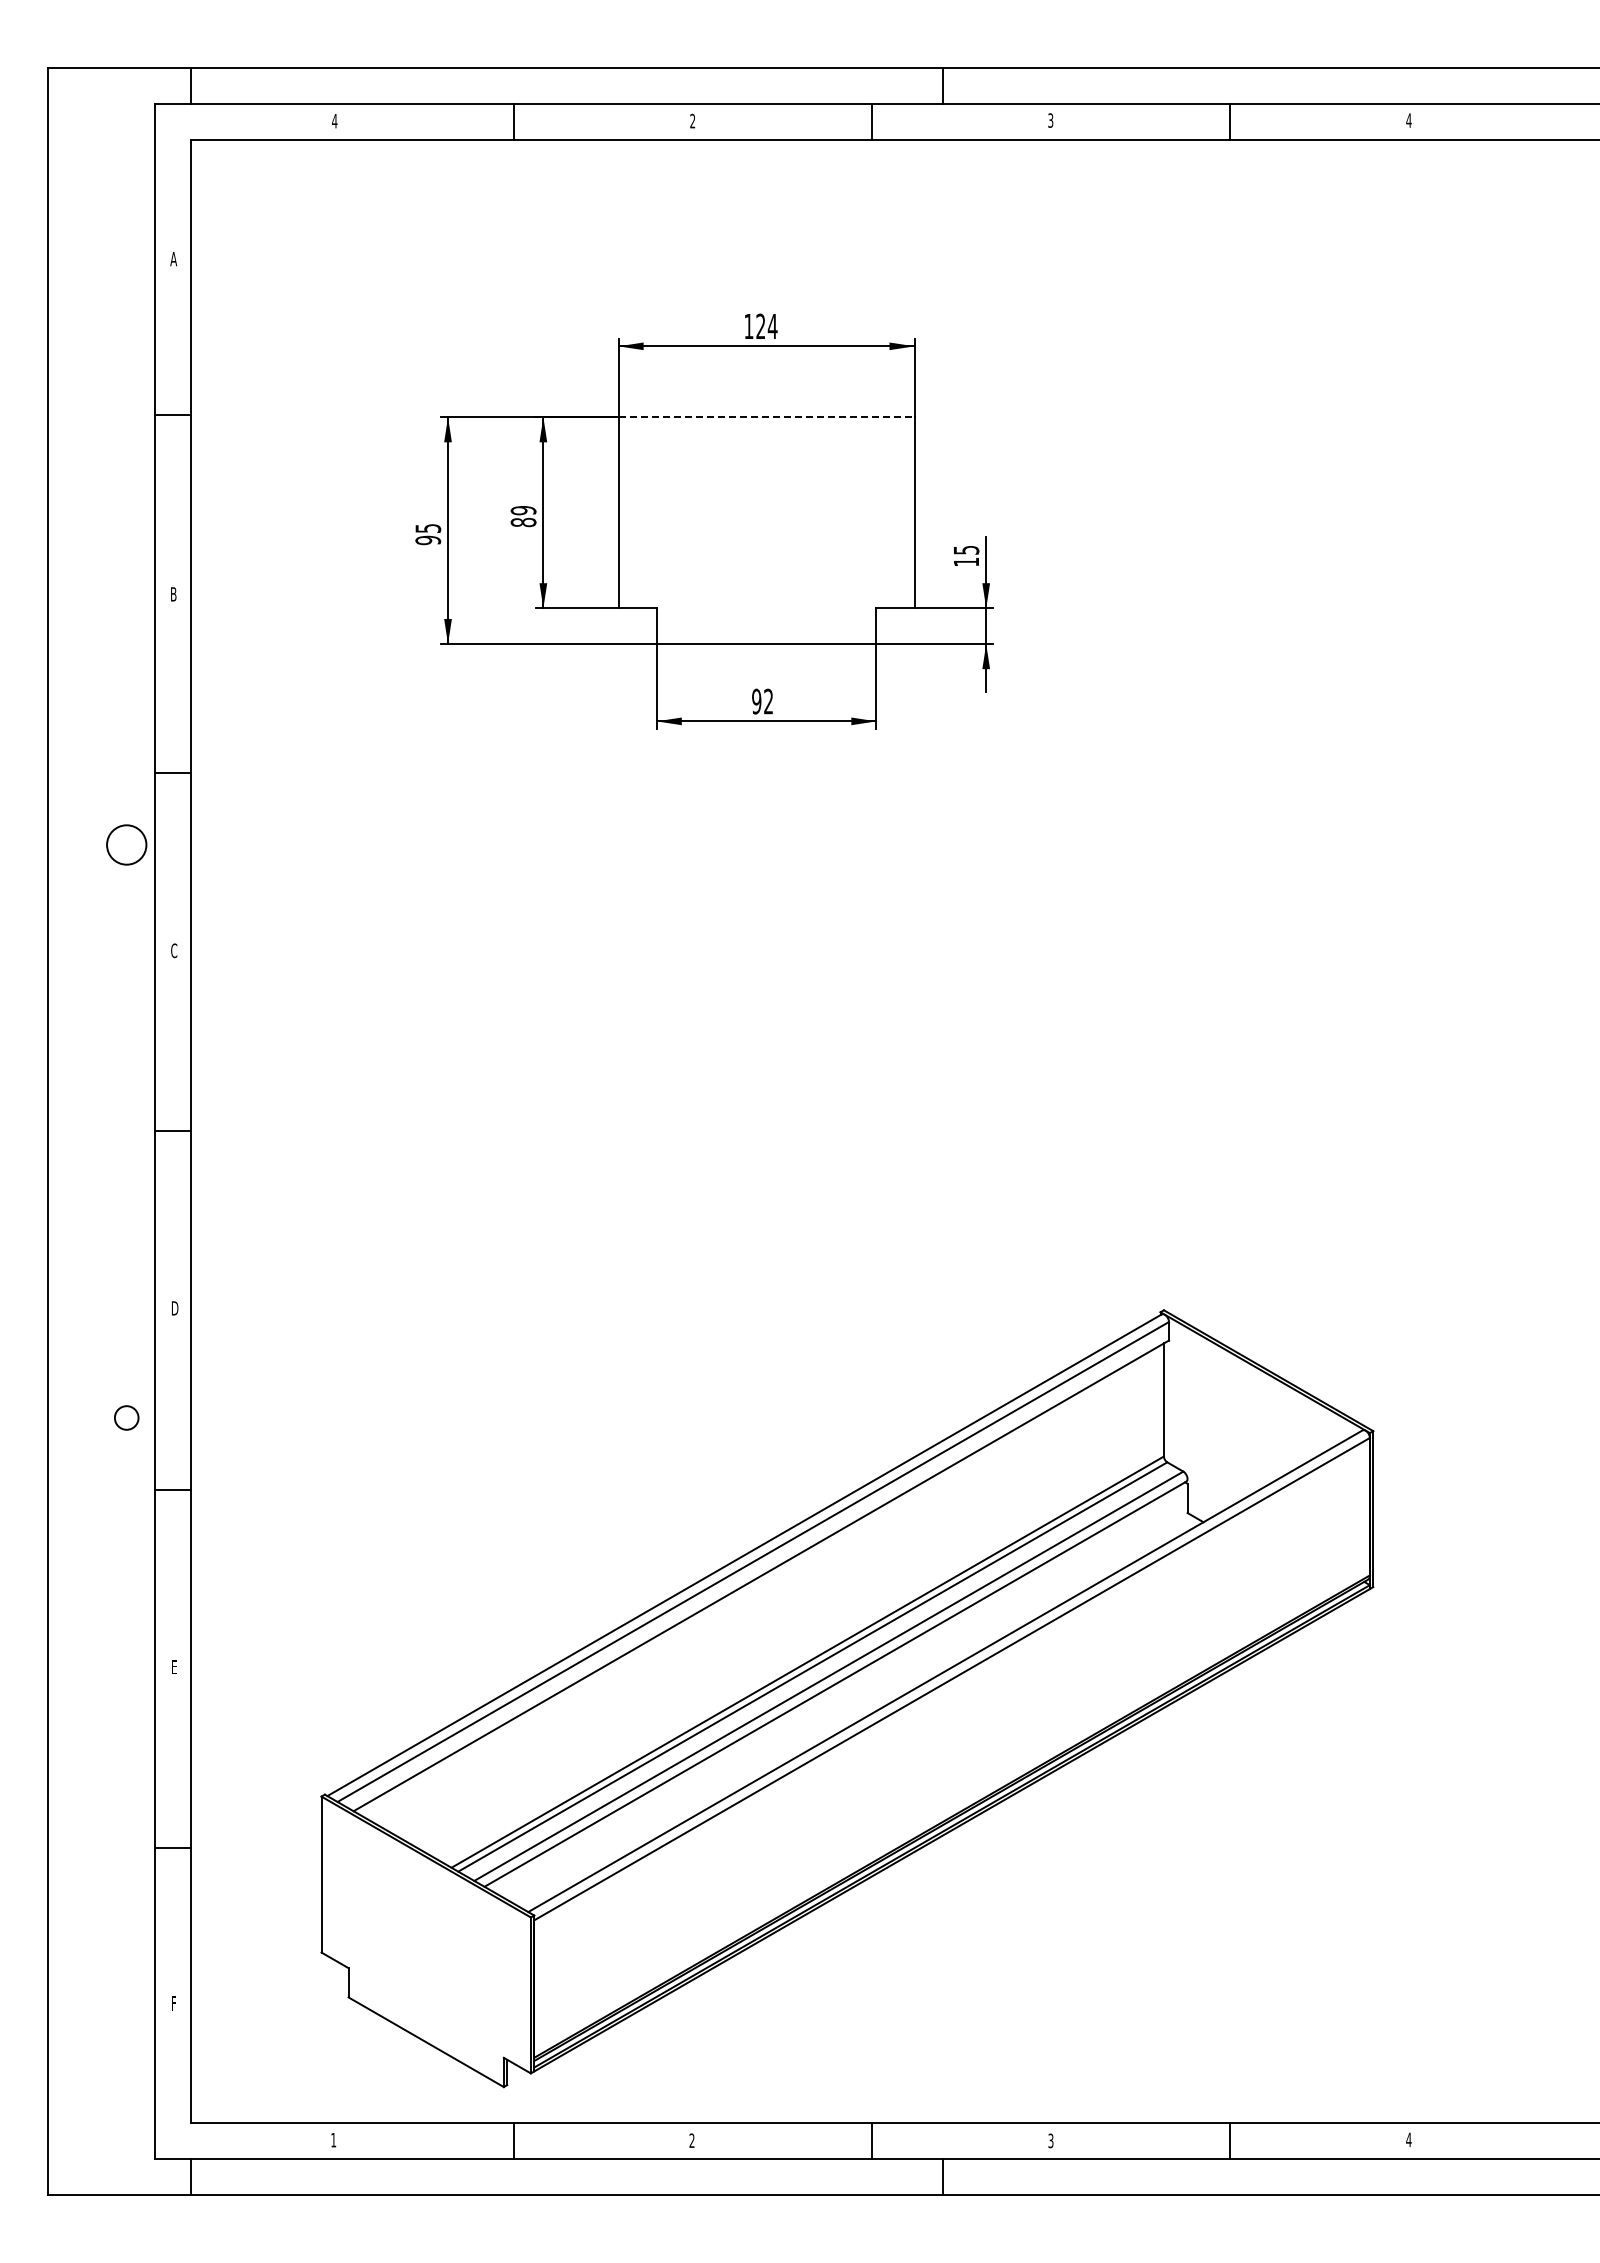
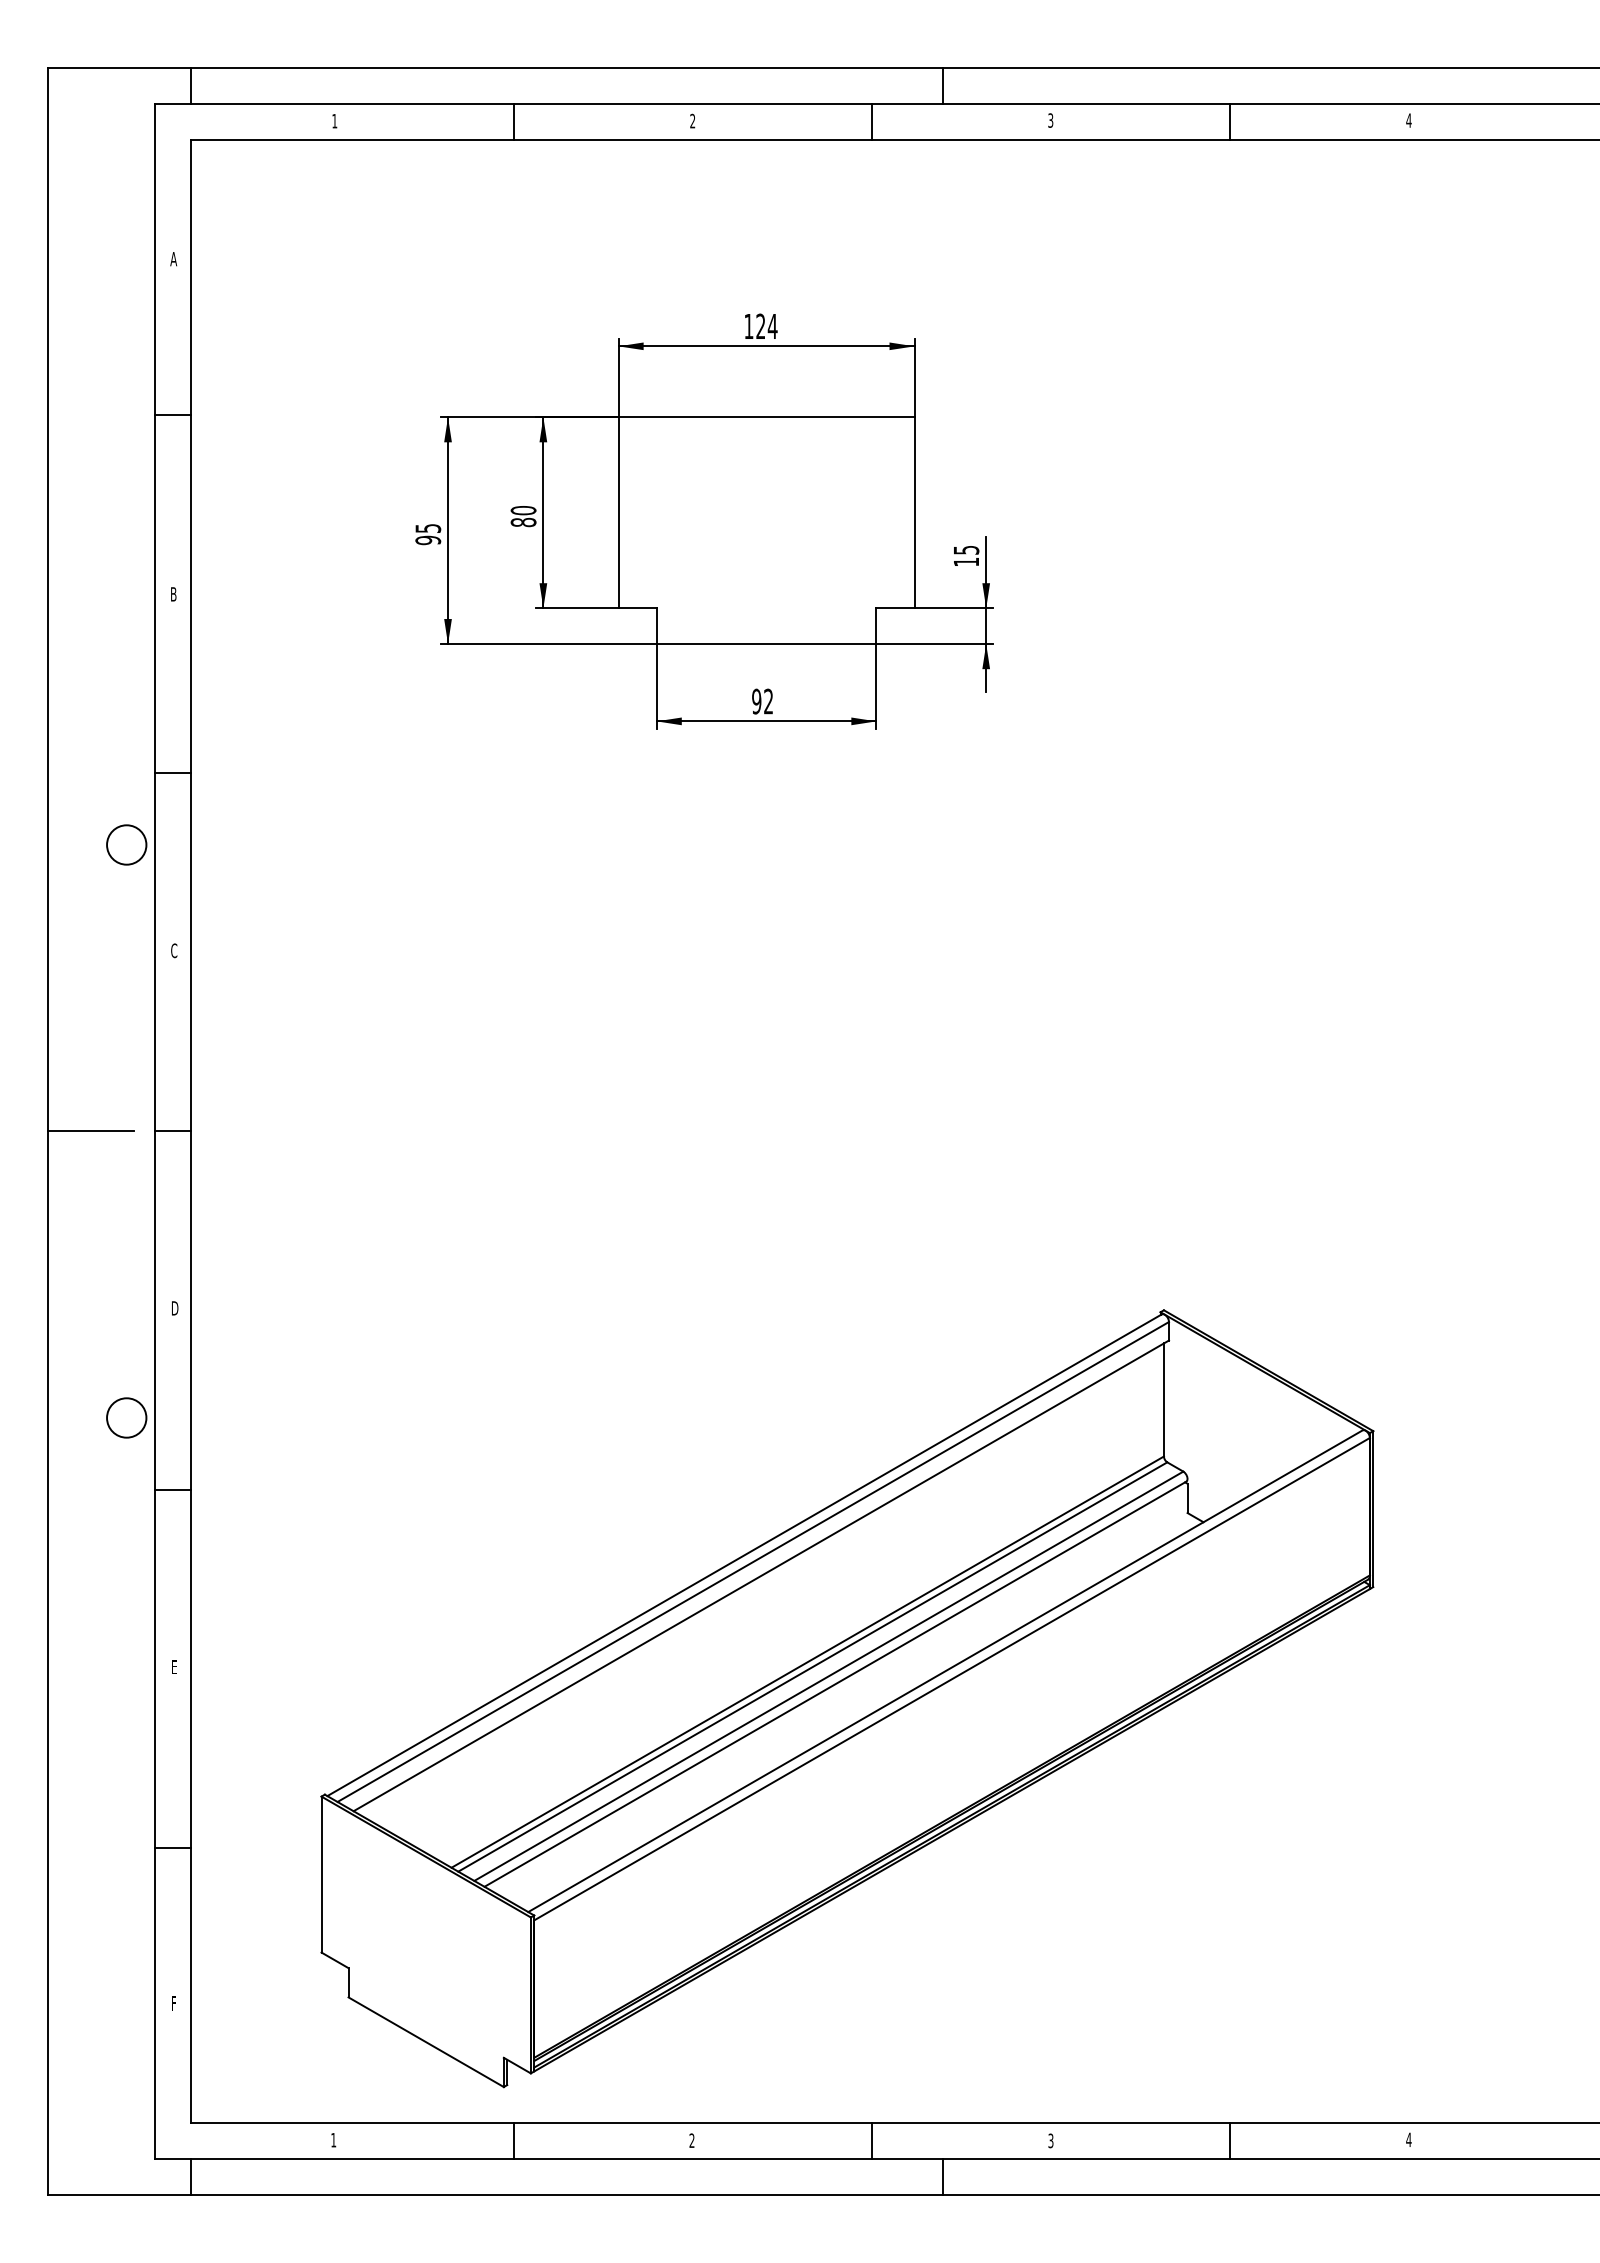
text at (334, 121): 4 -> 1
line at (767, 417): dashed -> solid
text at (523, 510): 89 -> 80
line at (90, 1131): none -> present
circle at (126, 1417) diameter: 24 px -> 39 px
